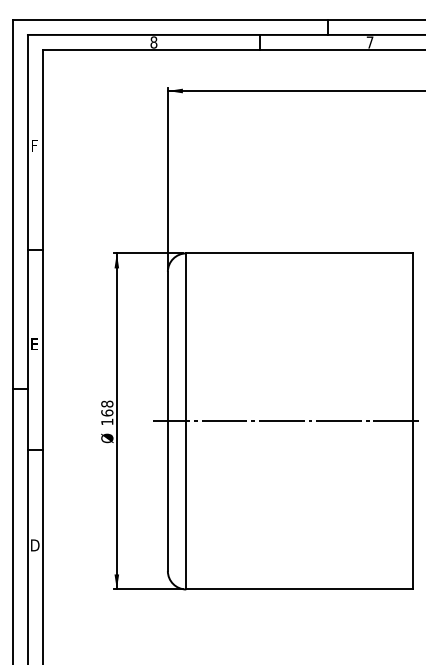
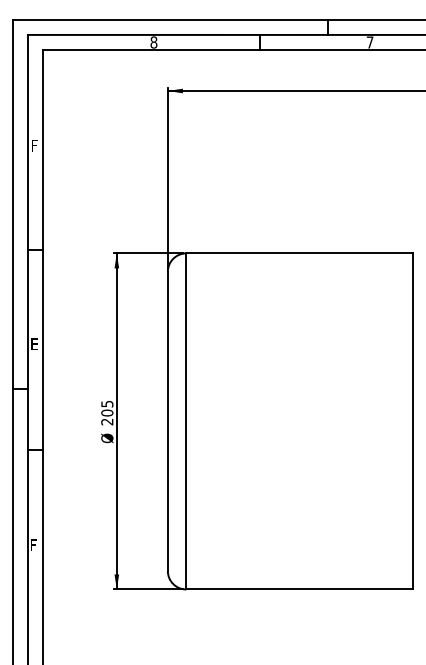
text at (107, 412): 168 -> 205
line at (285, 421): present -> none
text at (35, 545): D -> F
